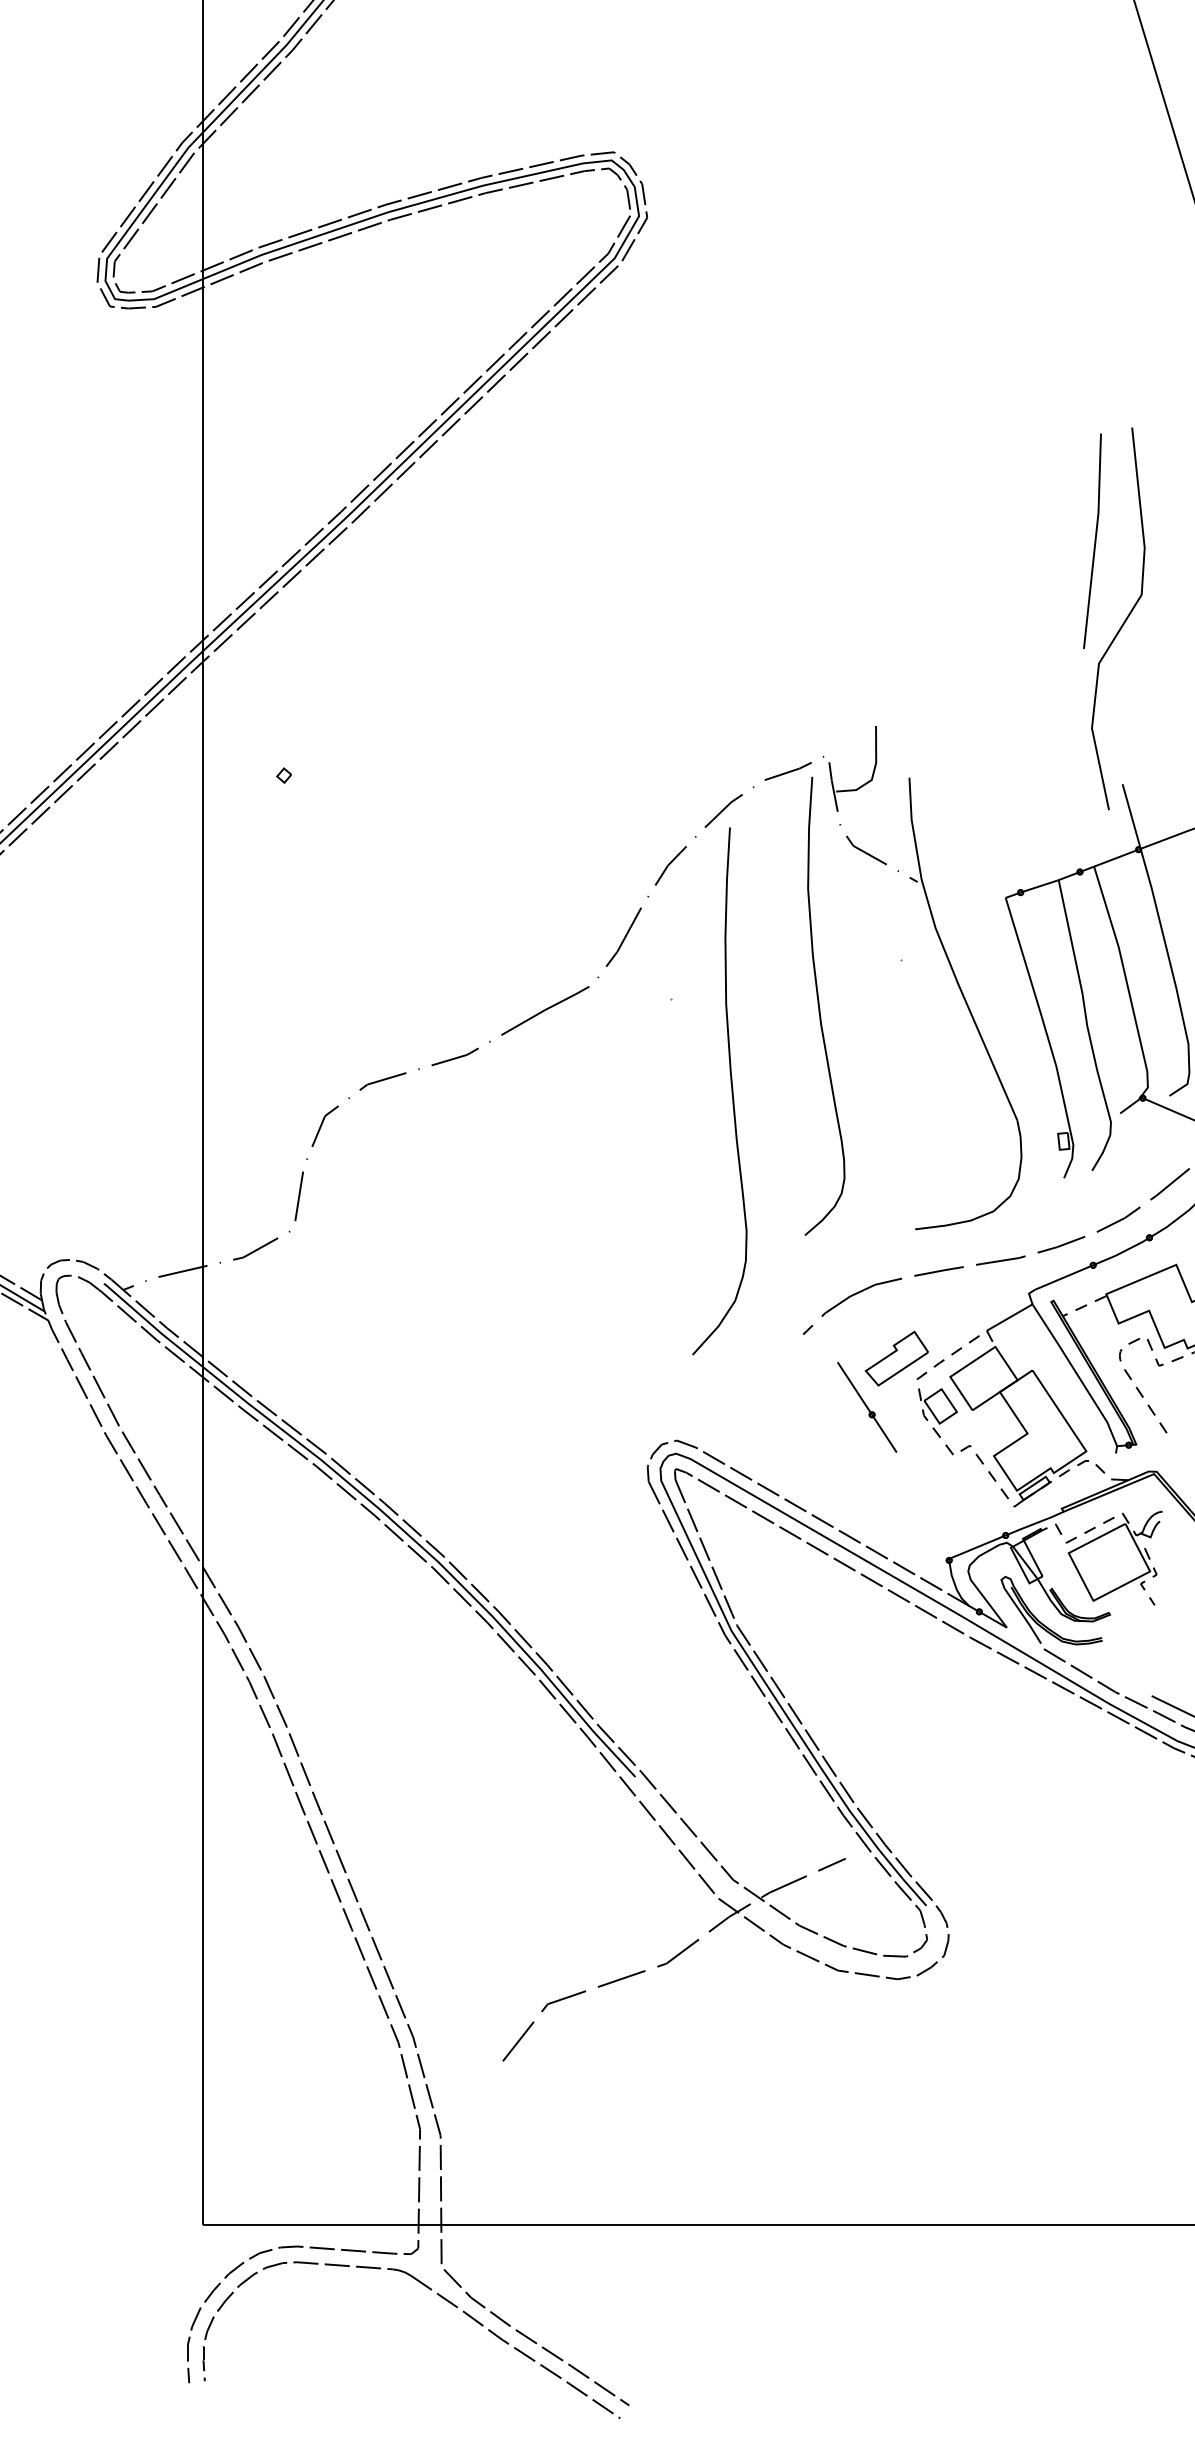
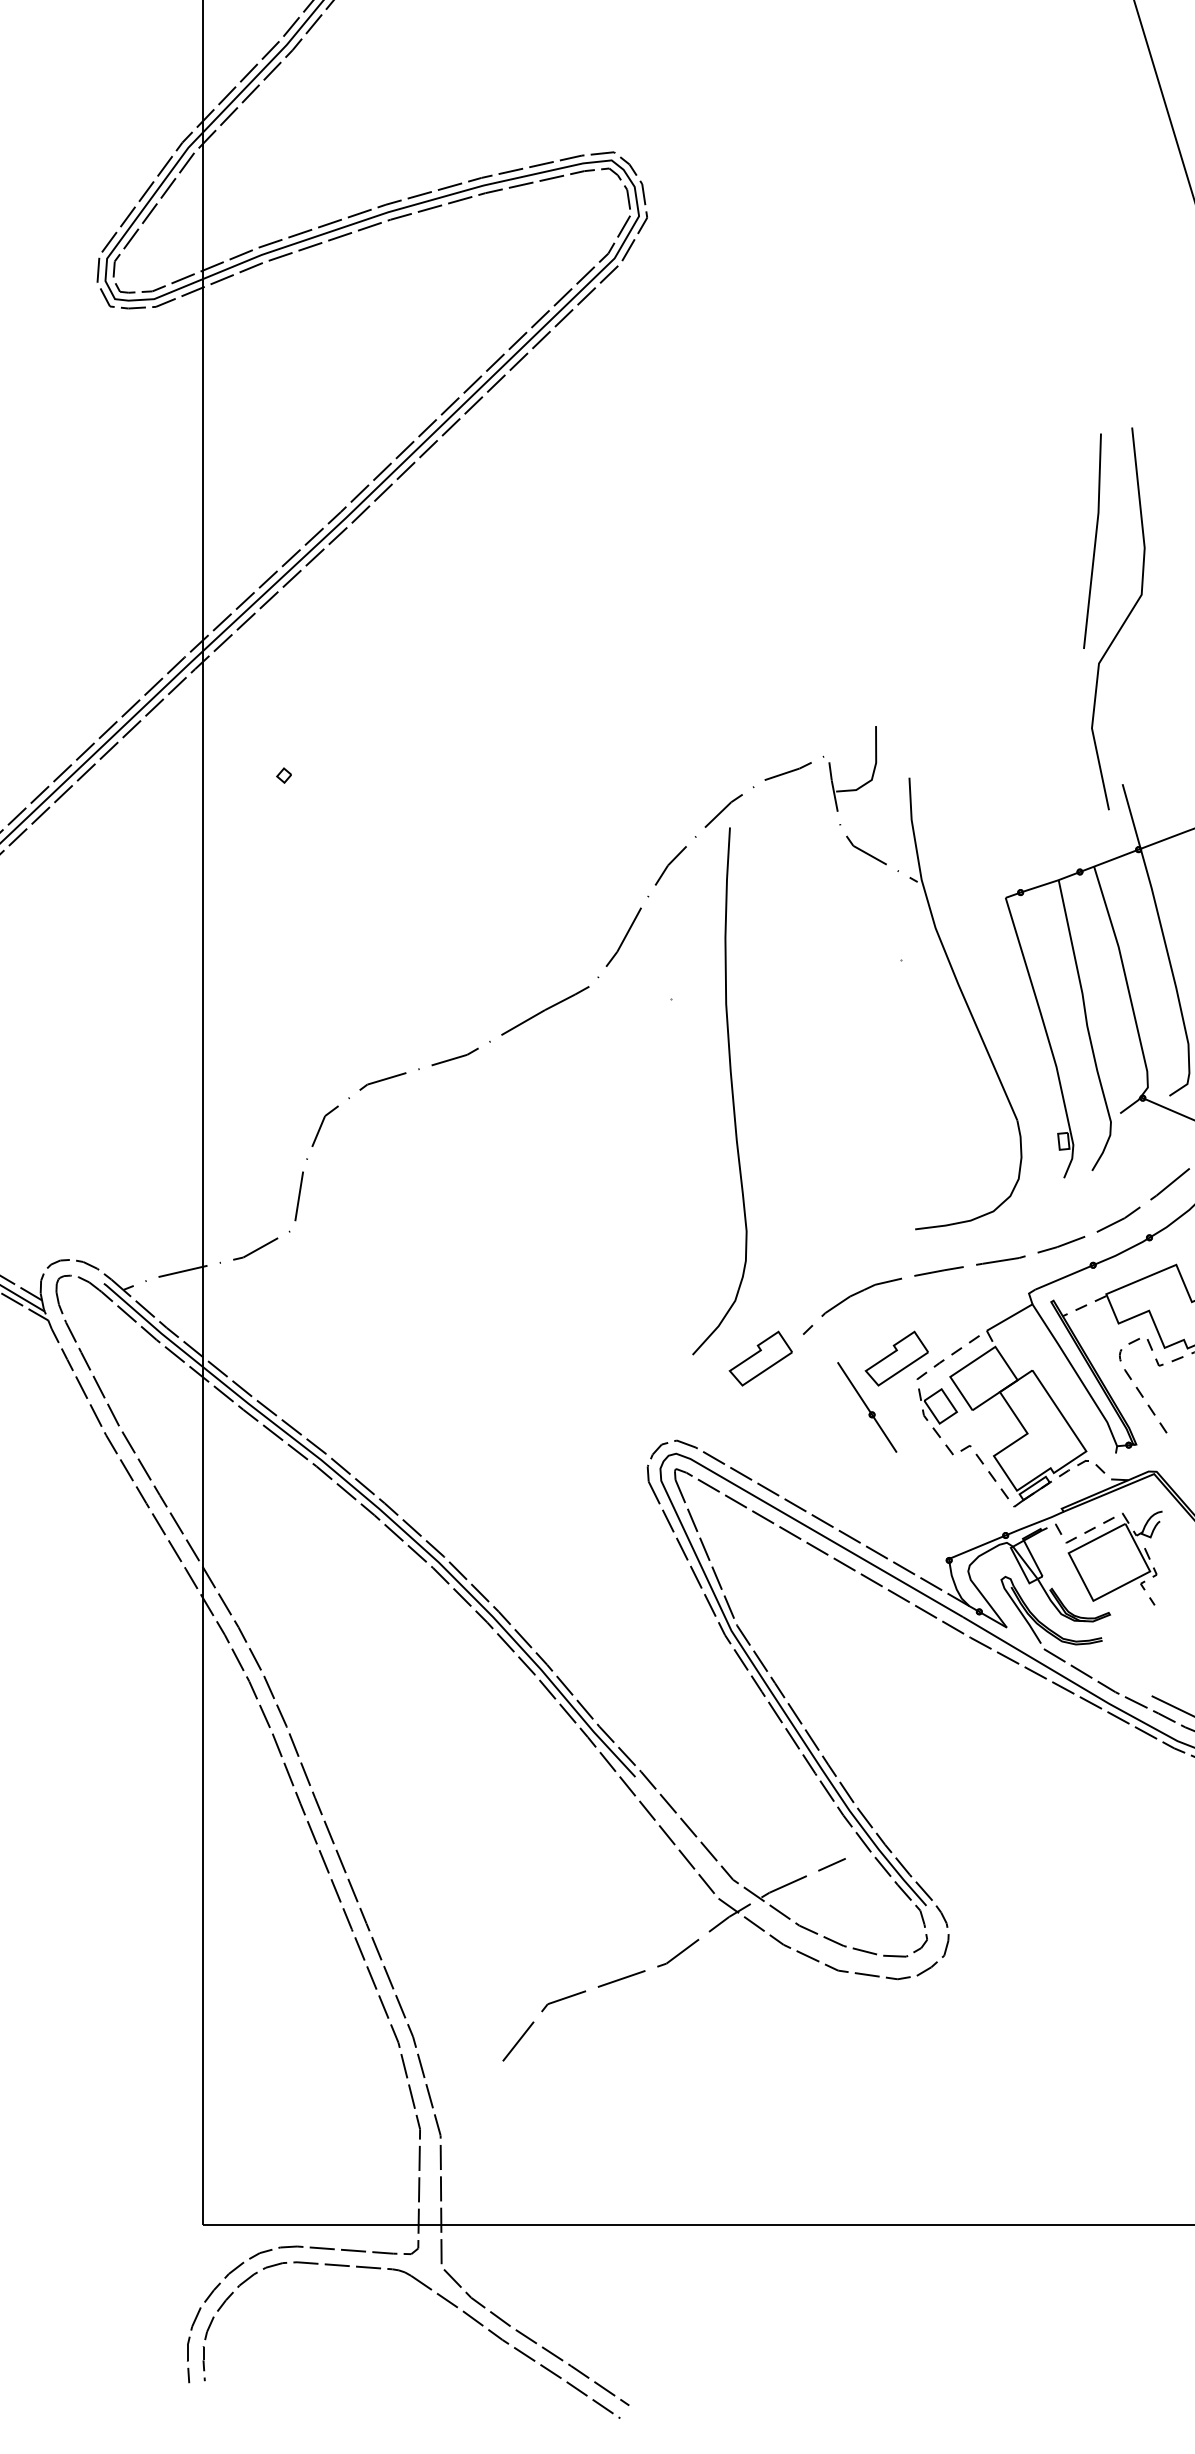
curve at (819, 1005): present -> none
part at (760, 1358): none -> present
